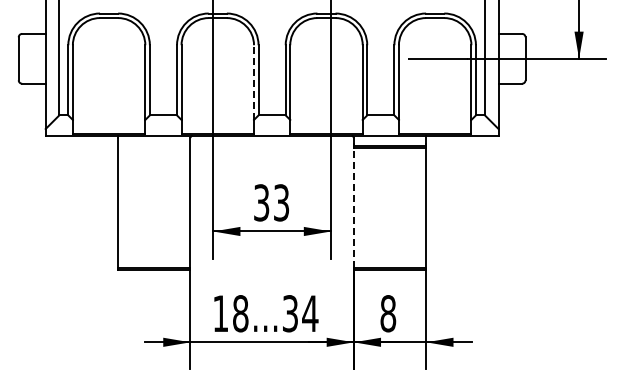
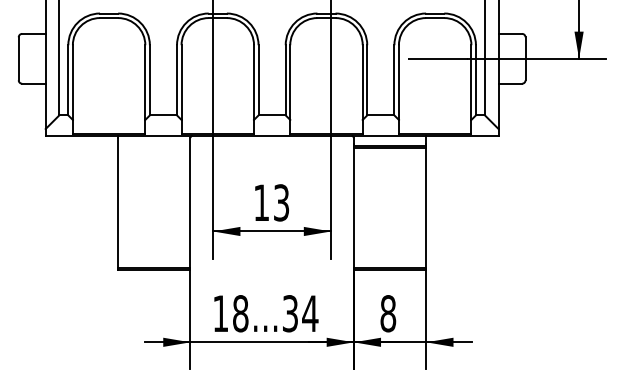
line at (254, 82): dashed -> solid
text at (261, 202): 33 -> 13
line at (353, 207): dashed -> solid
